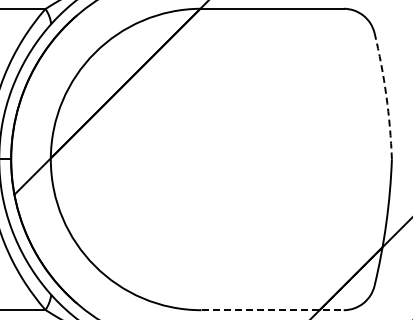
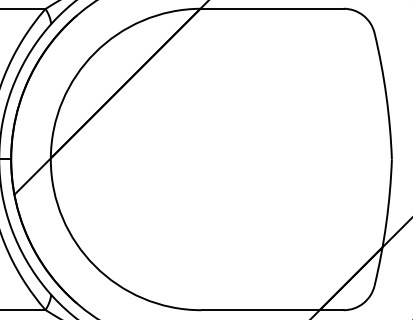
arc at (386, 95): dashed -> solid
line at (273, 310): dashed -> solid
